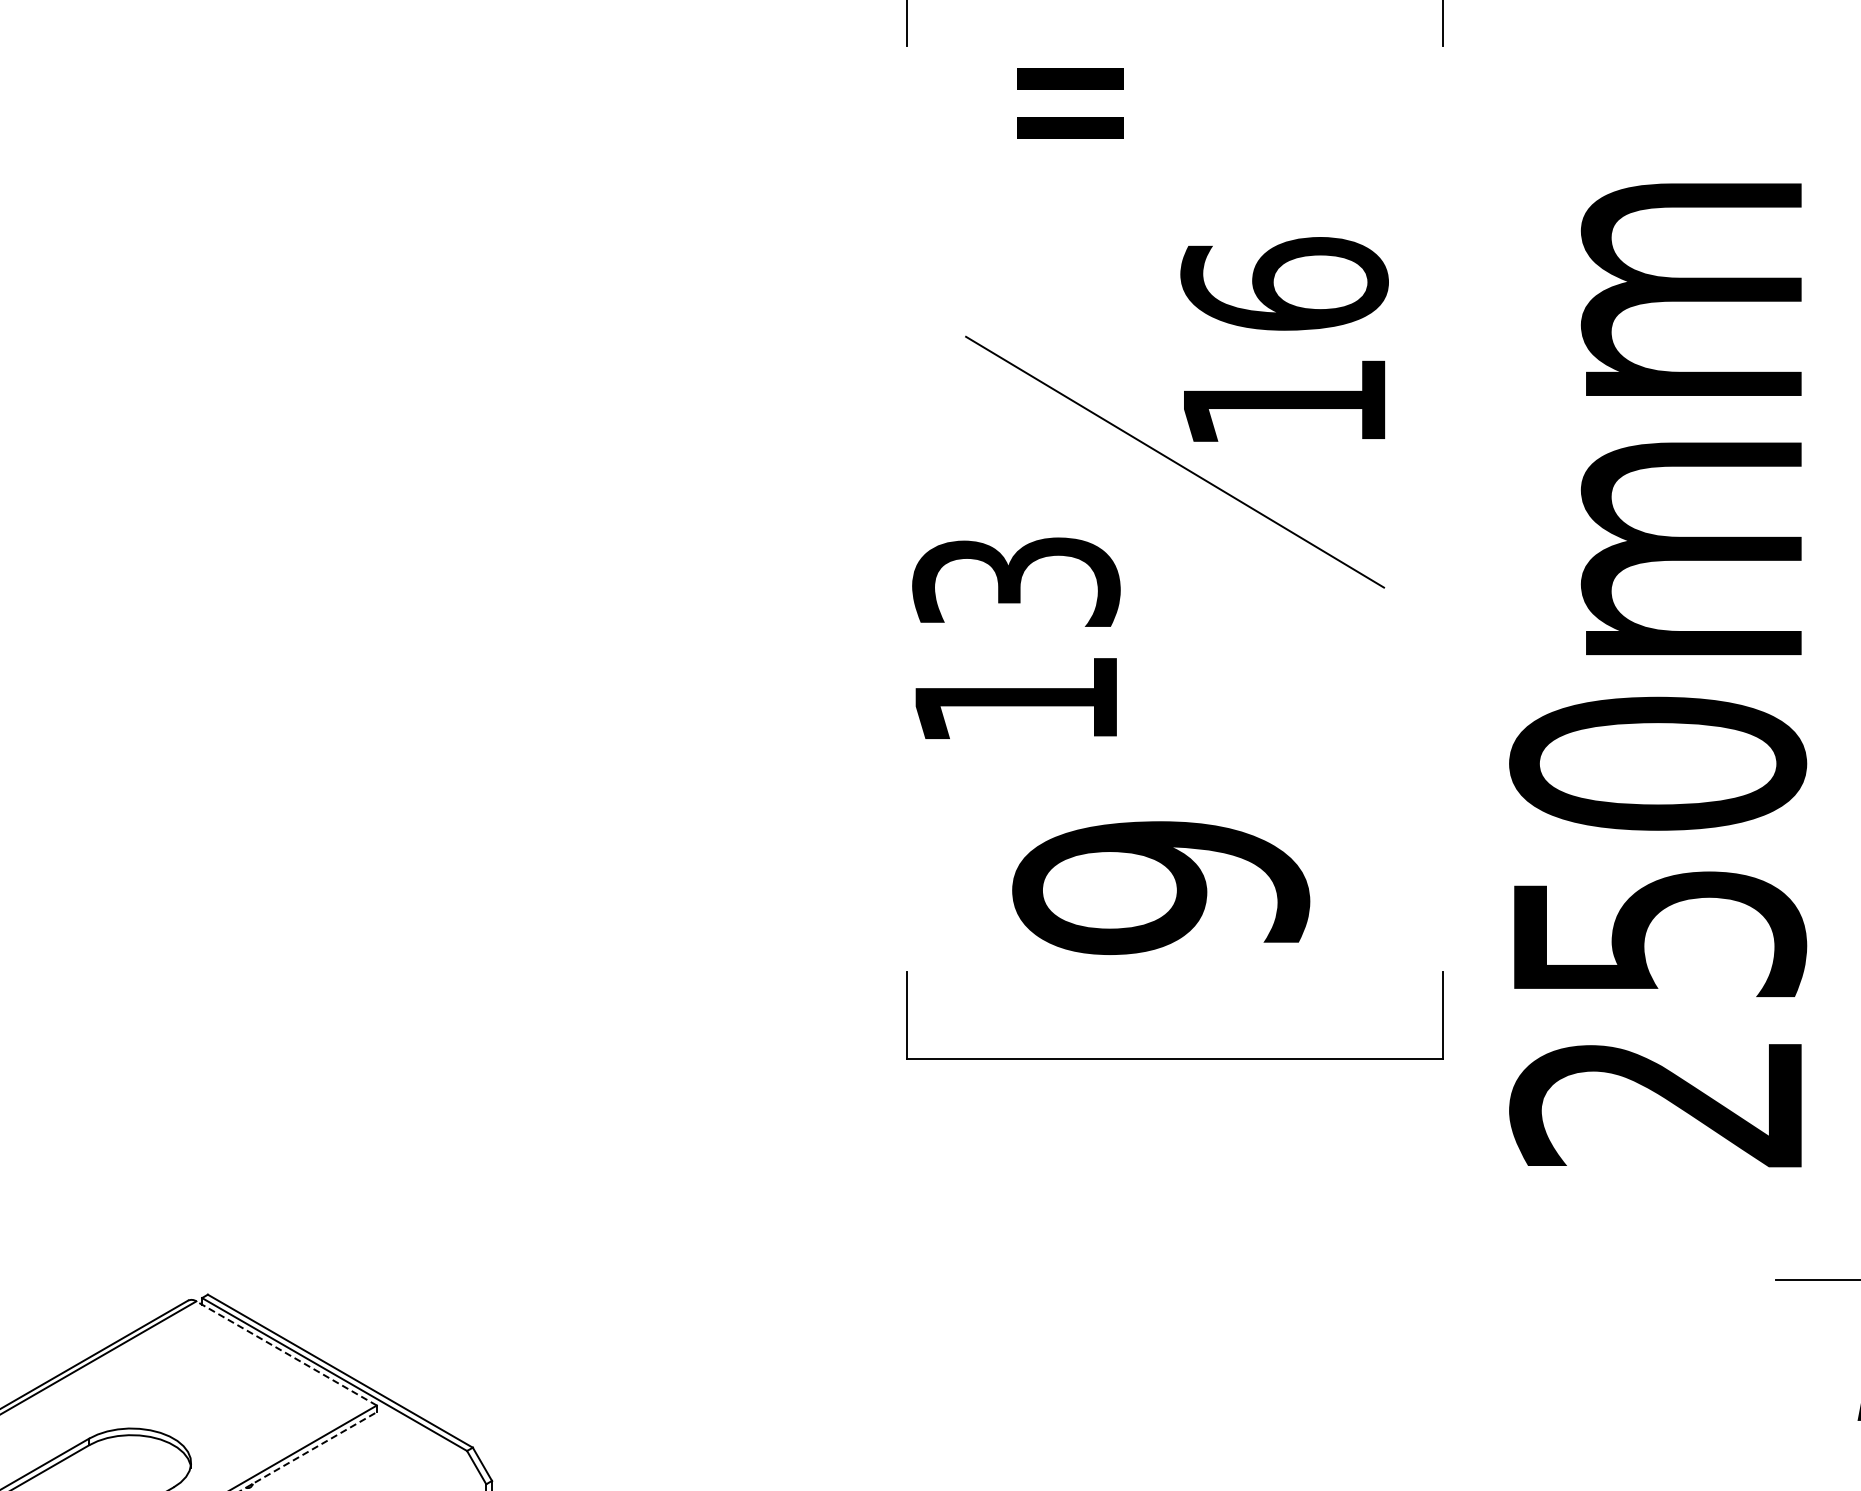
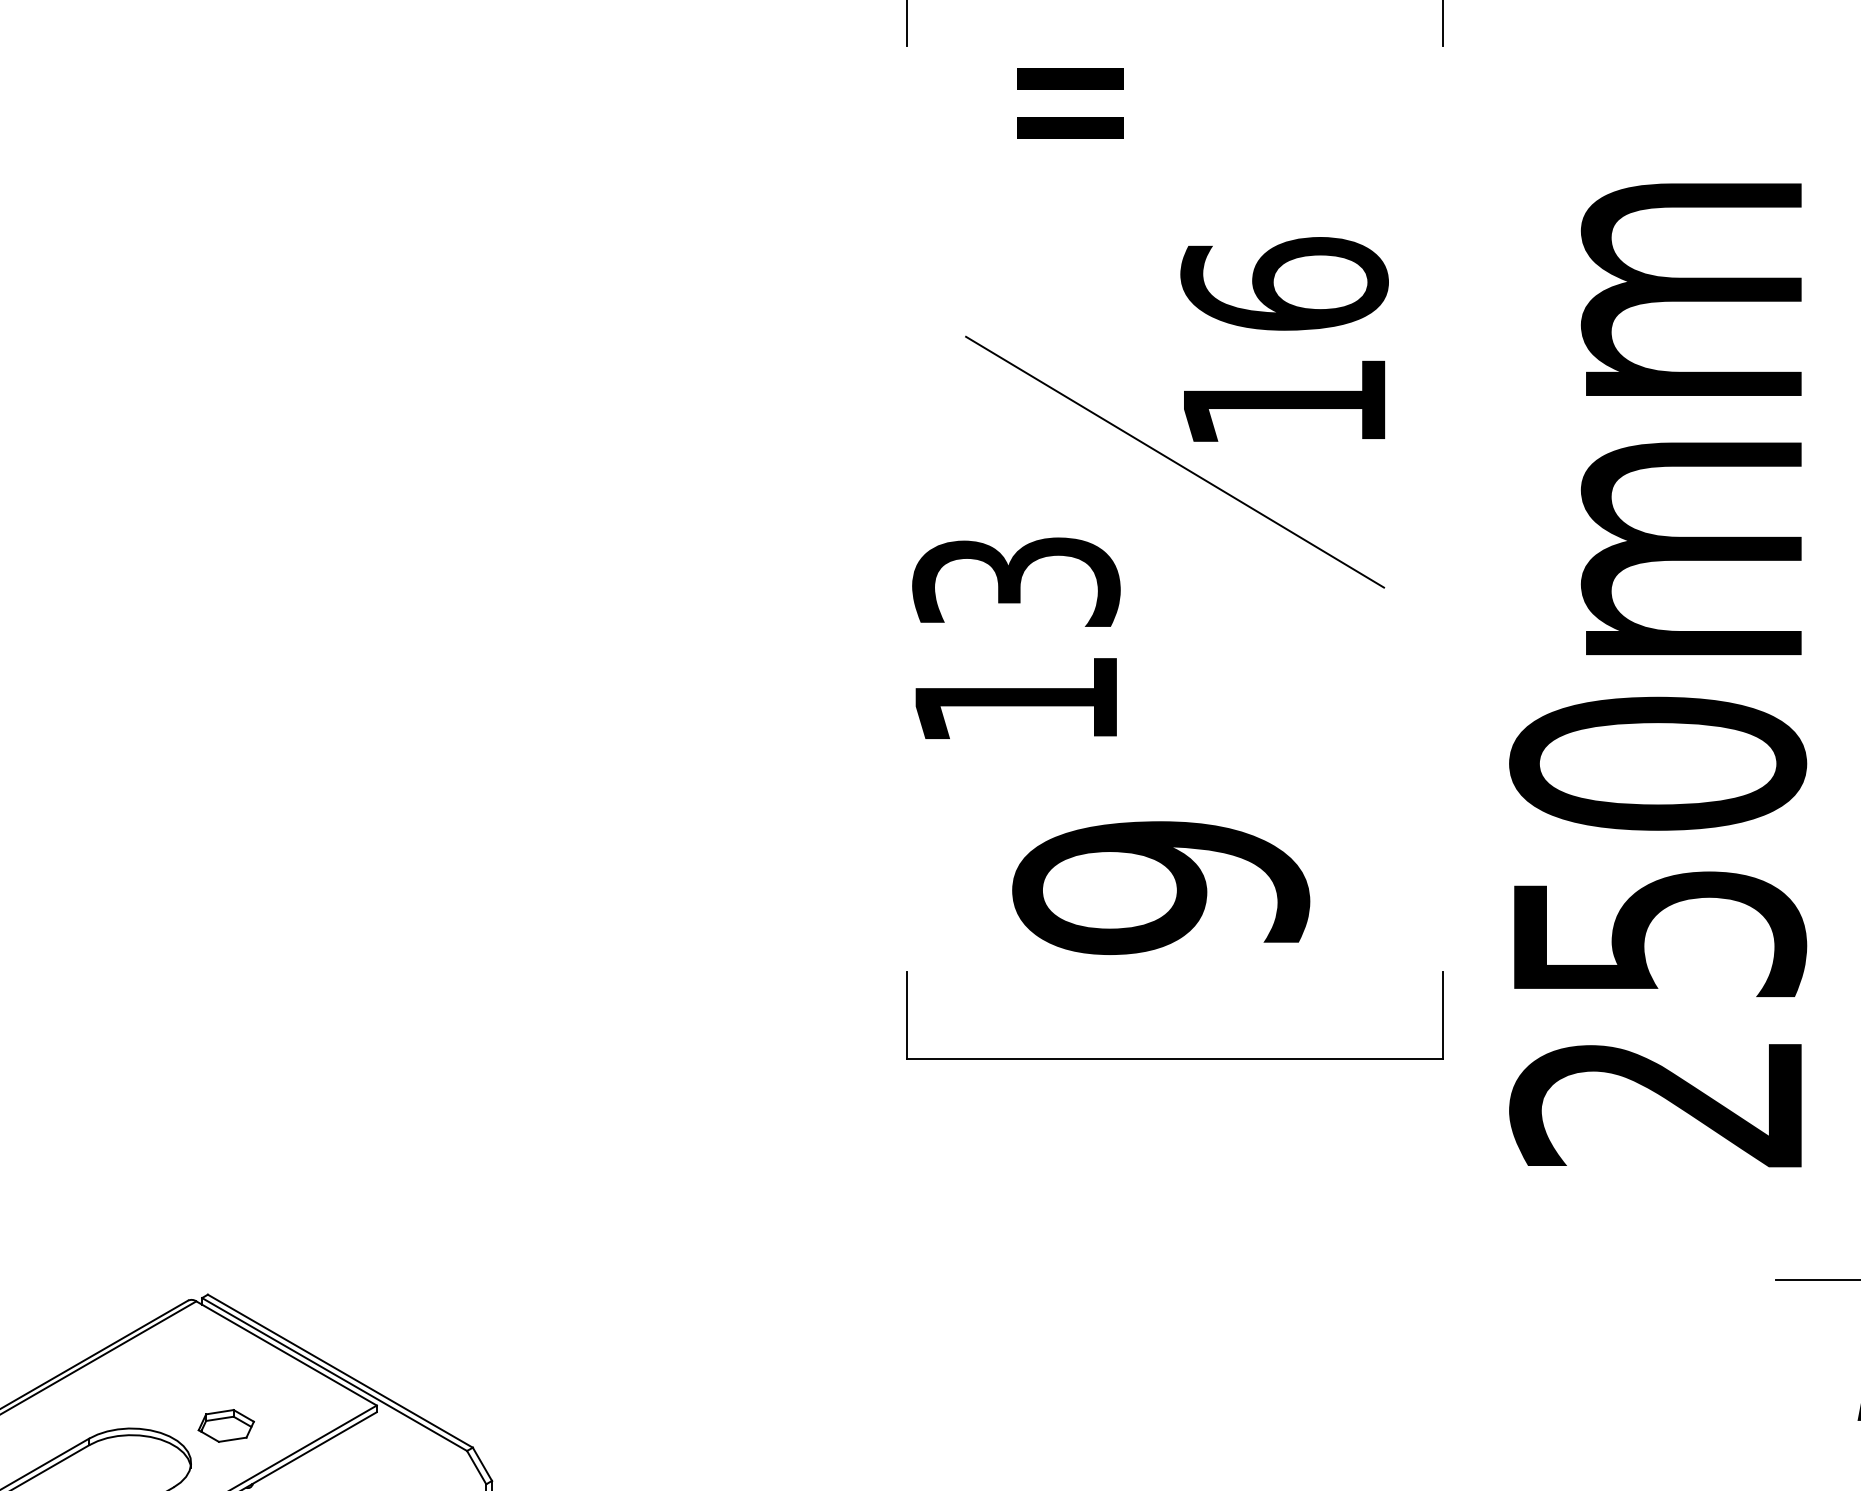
line at (286, 1353): dashed -> solid
part at (225, 1425): none -> present
line at (309, 1451): dashed -> solid
